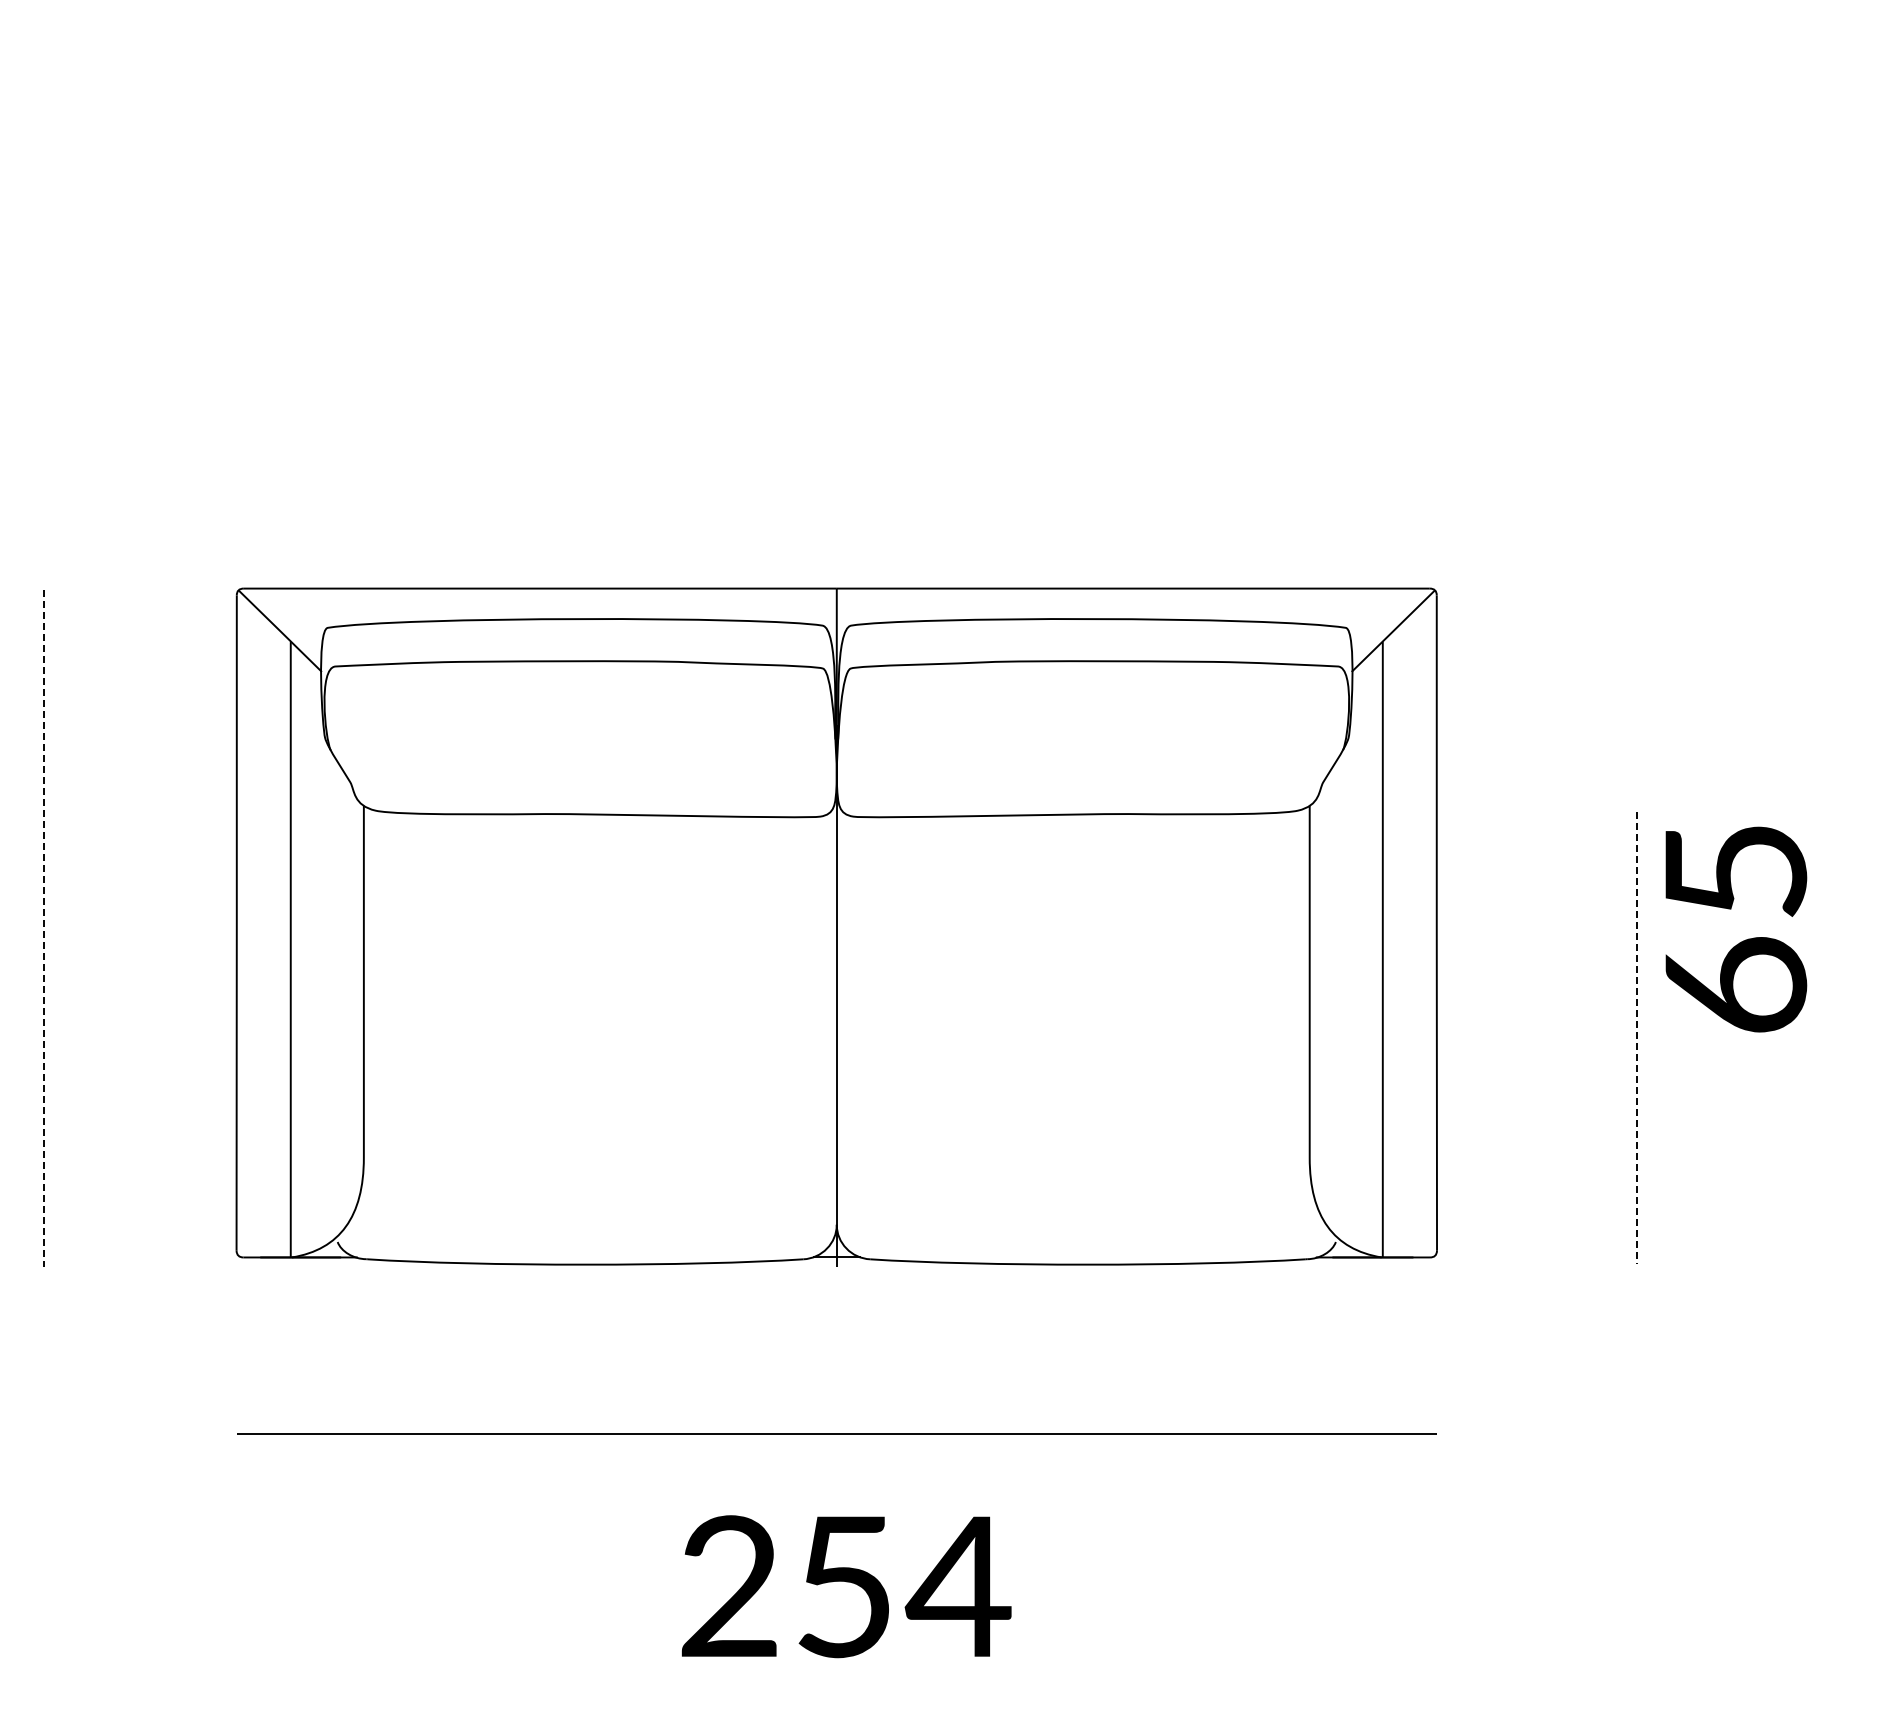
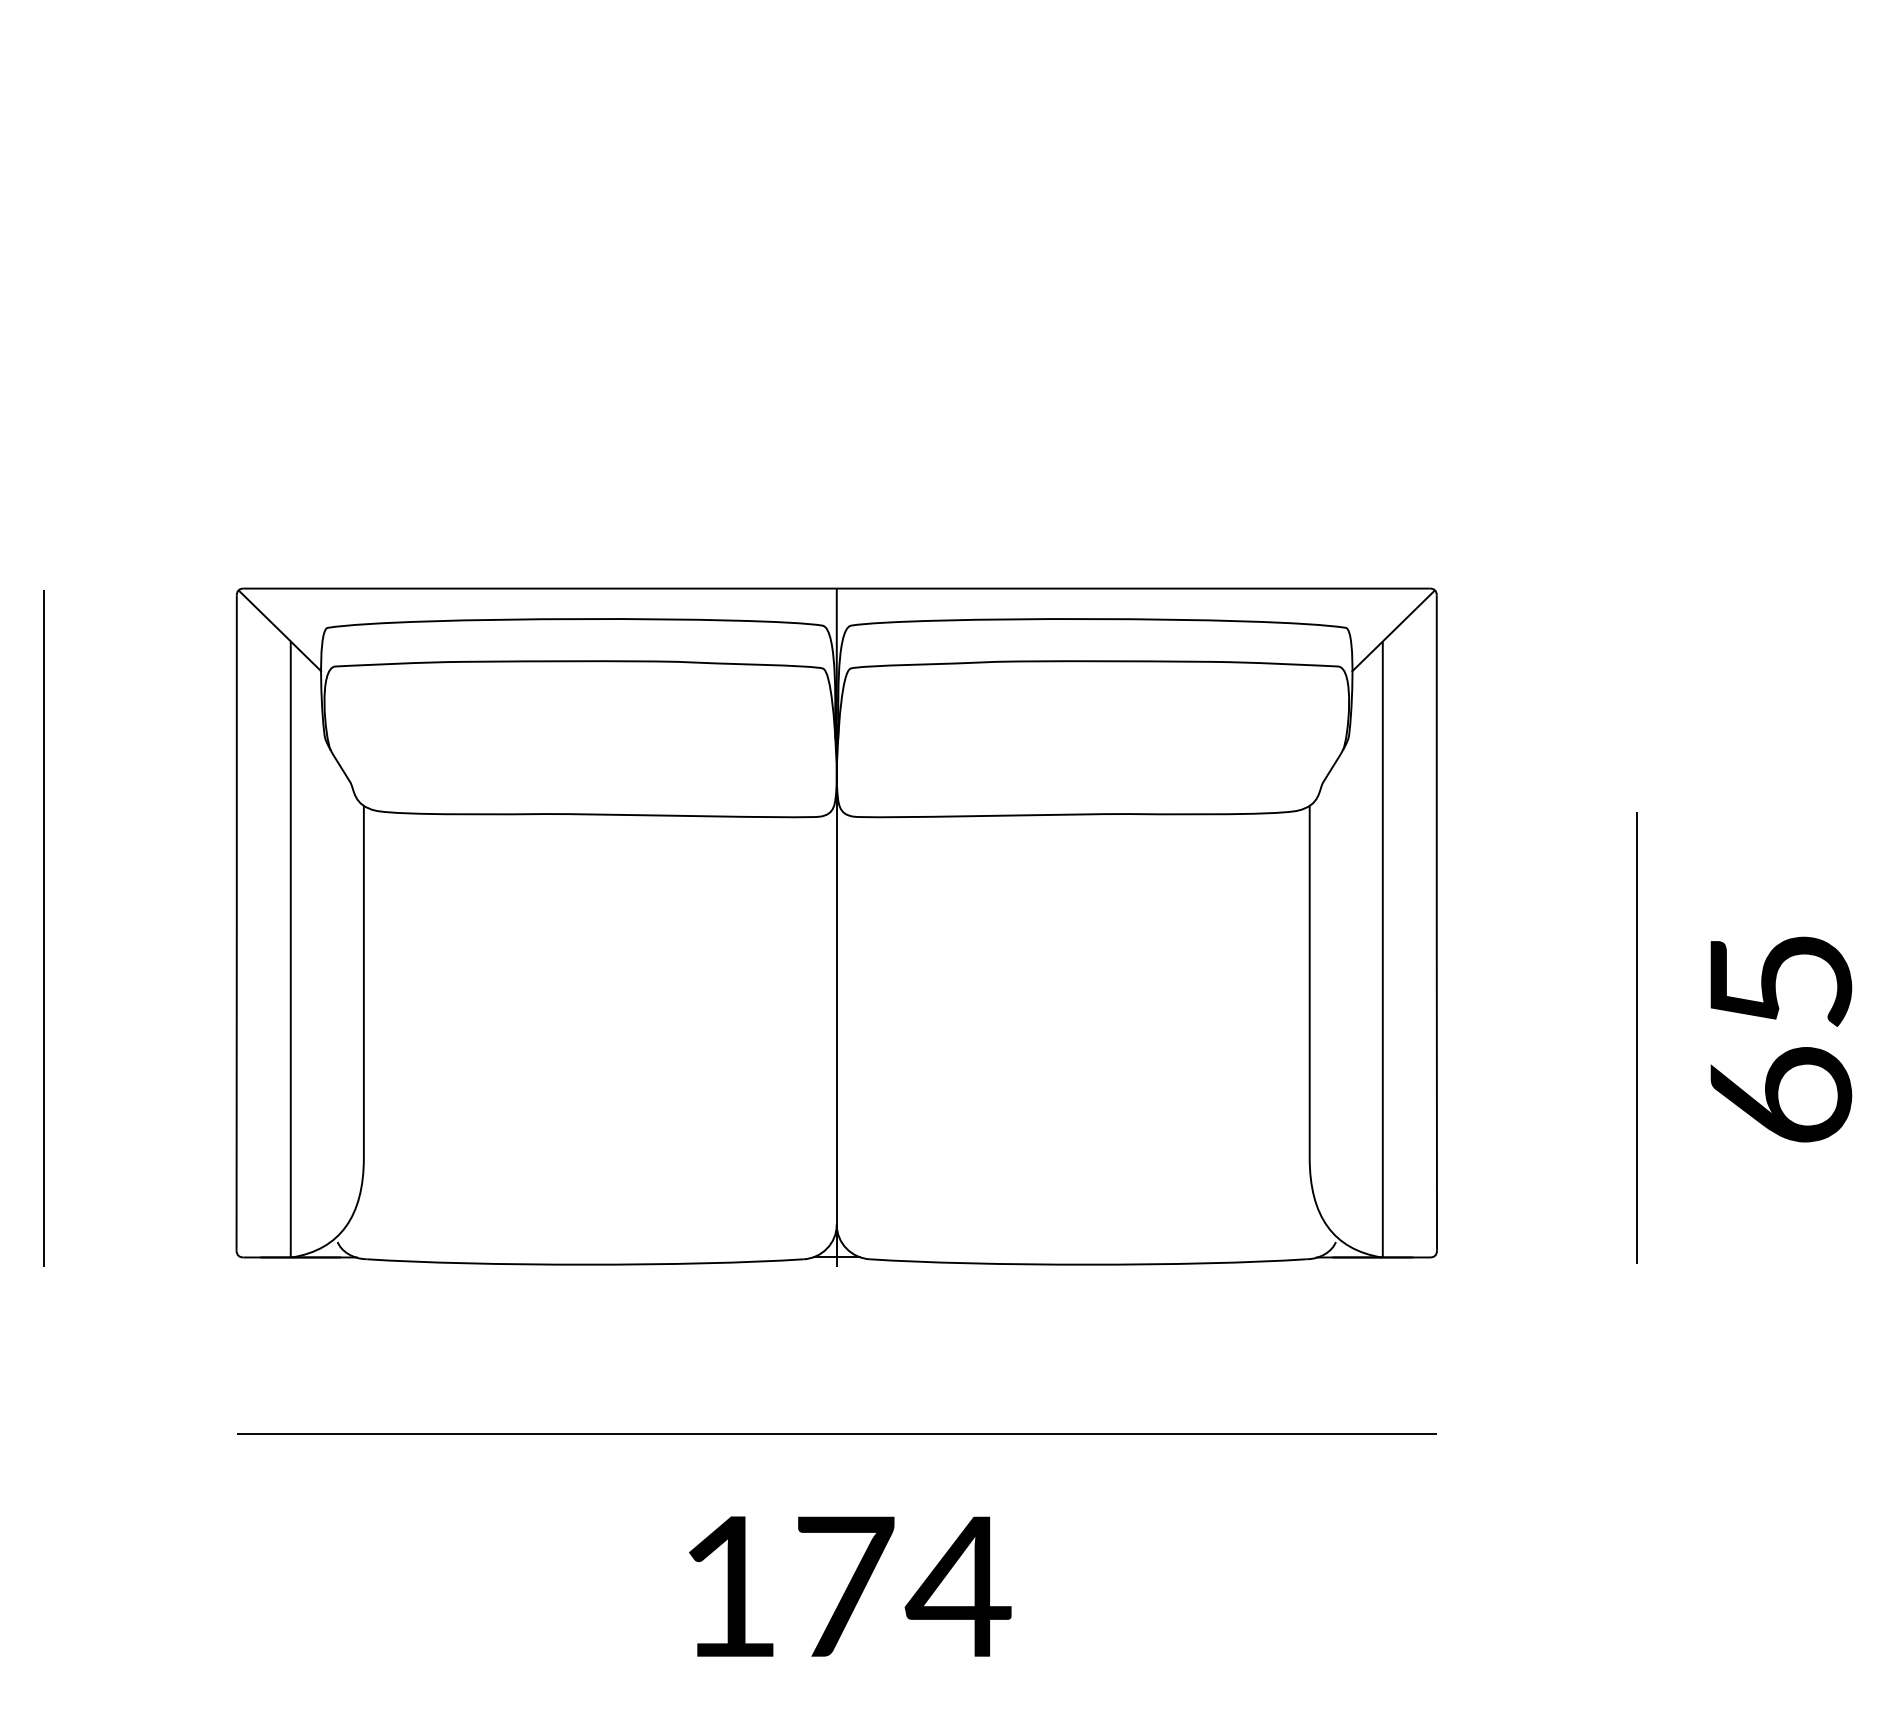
line at (44, 928): dashed -> solid
text at (1736, 929) position: (1736, 929) -> (1781, 1039)
line at (1637, 1038): dashed -> solid
text at (787, 1586): 254 -> 174
